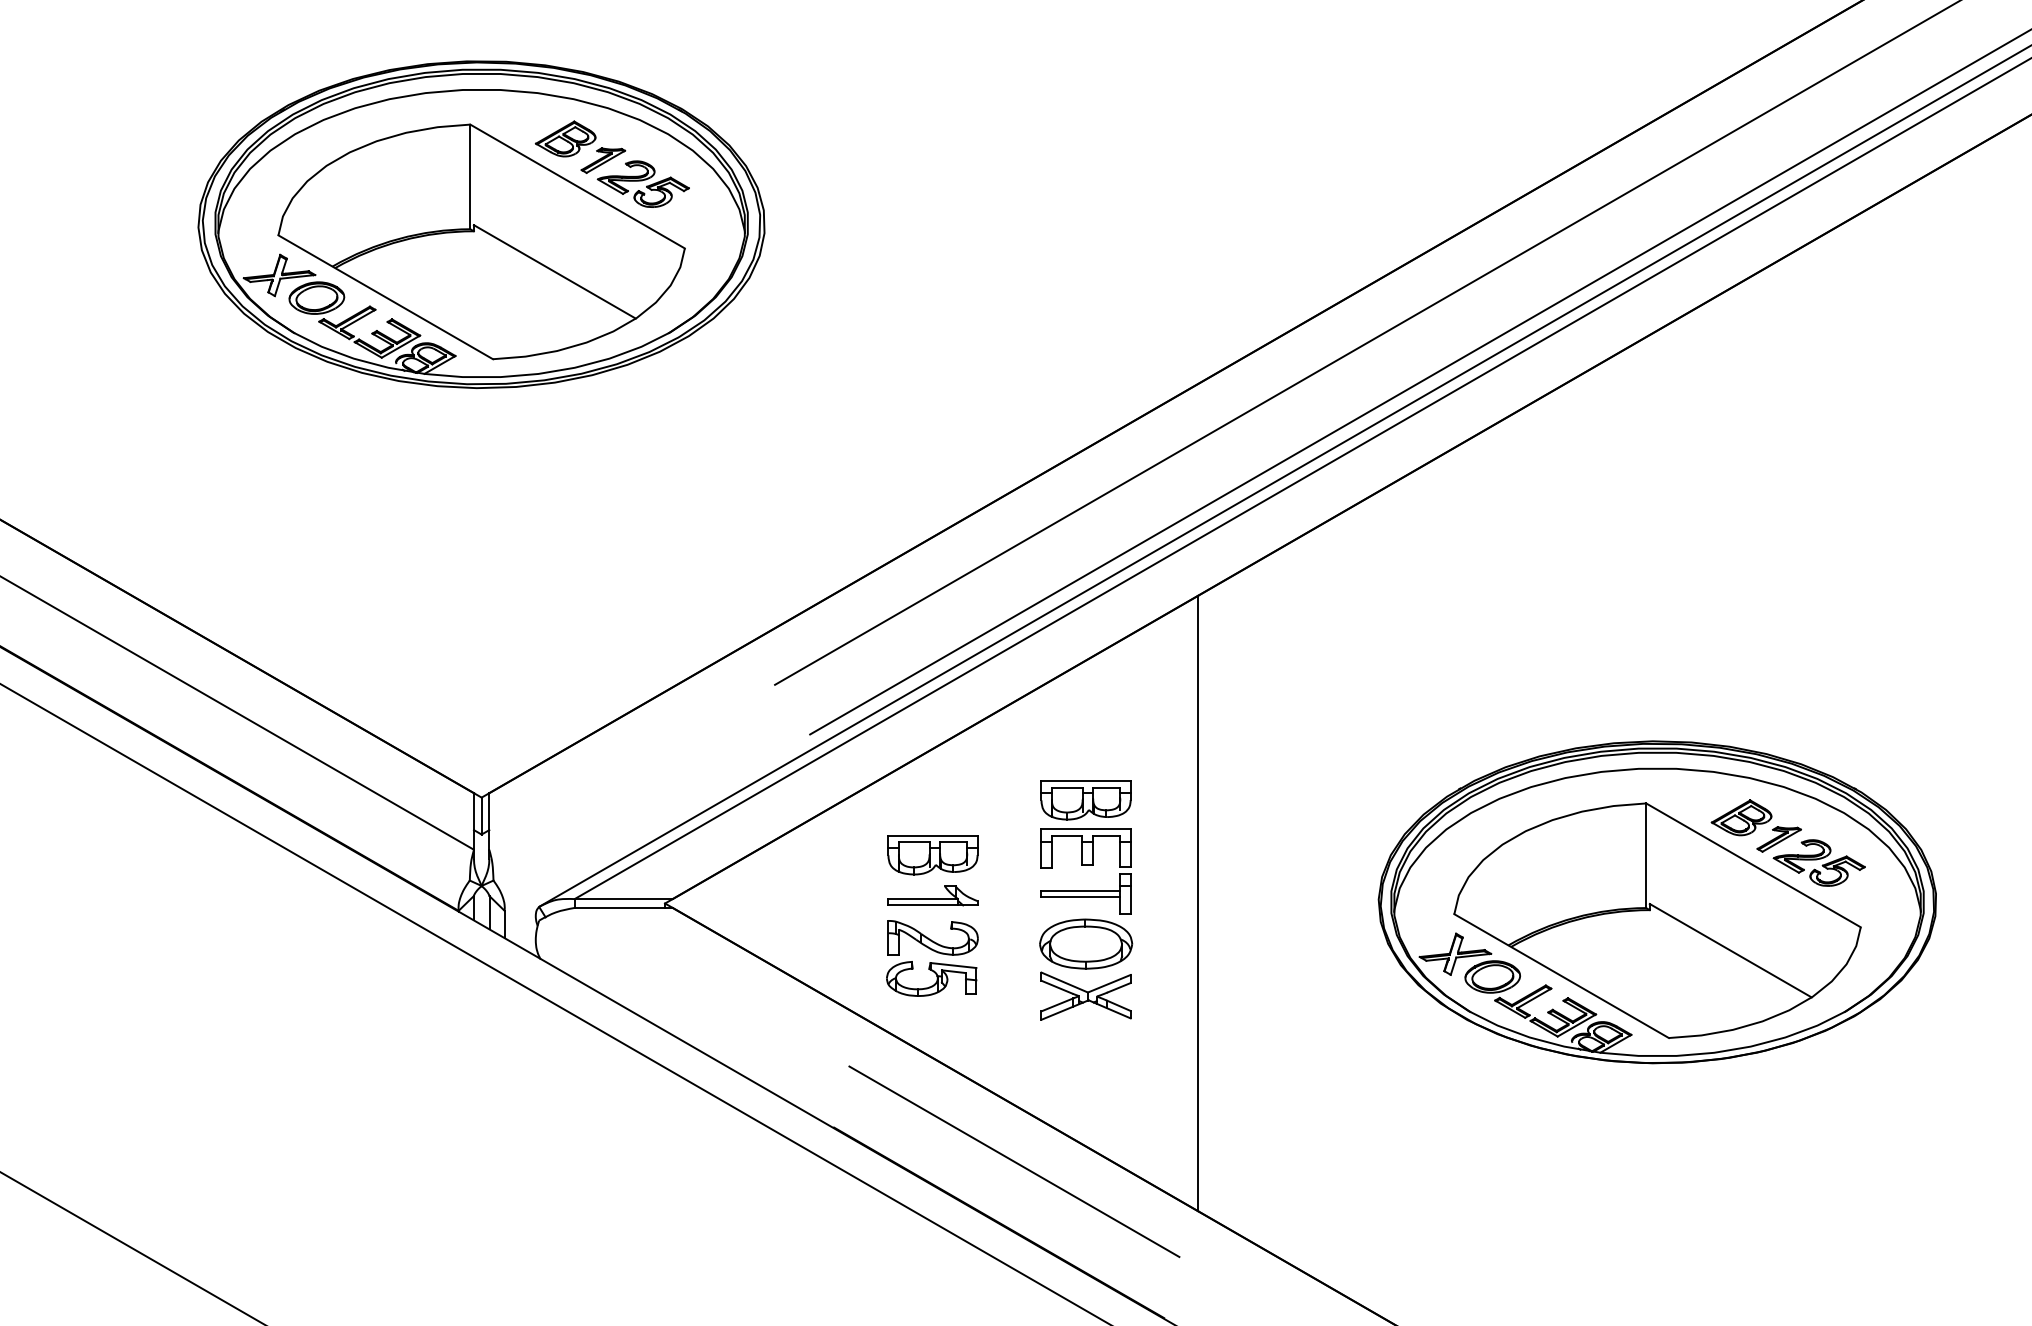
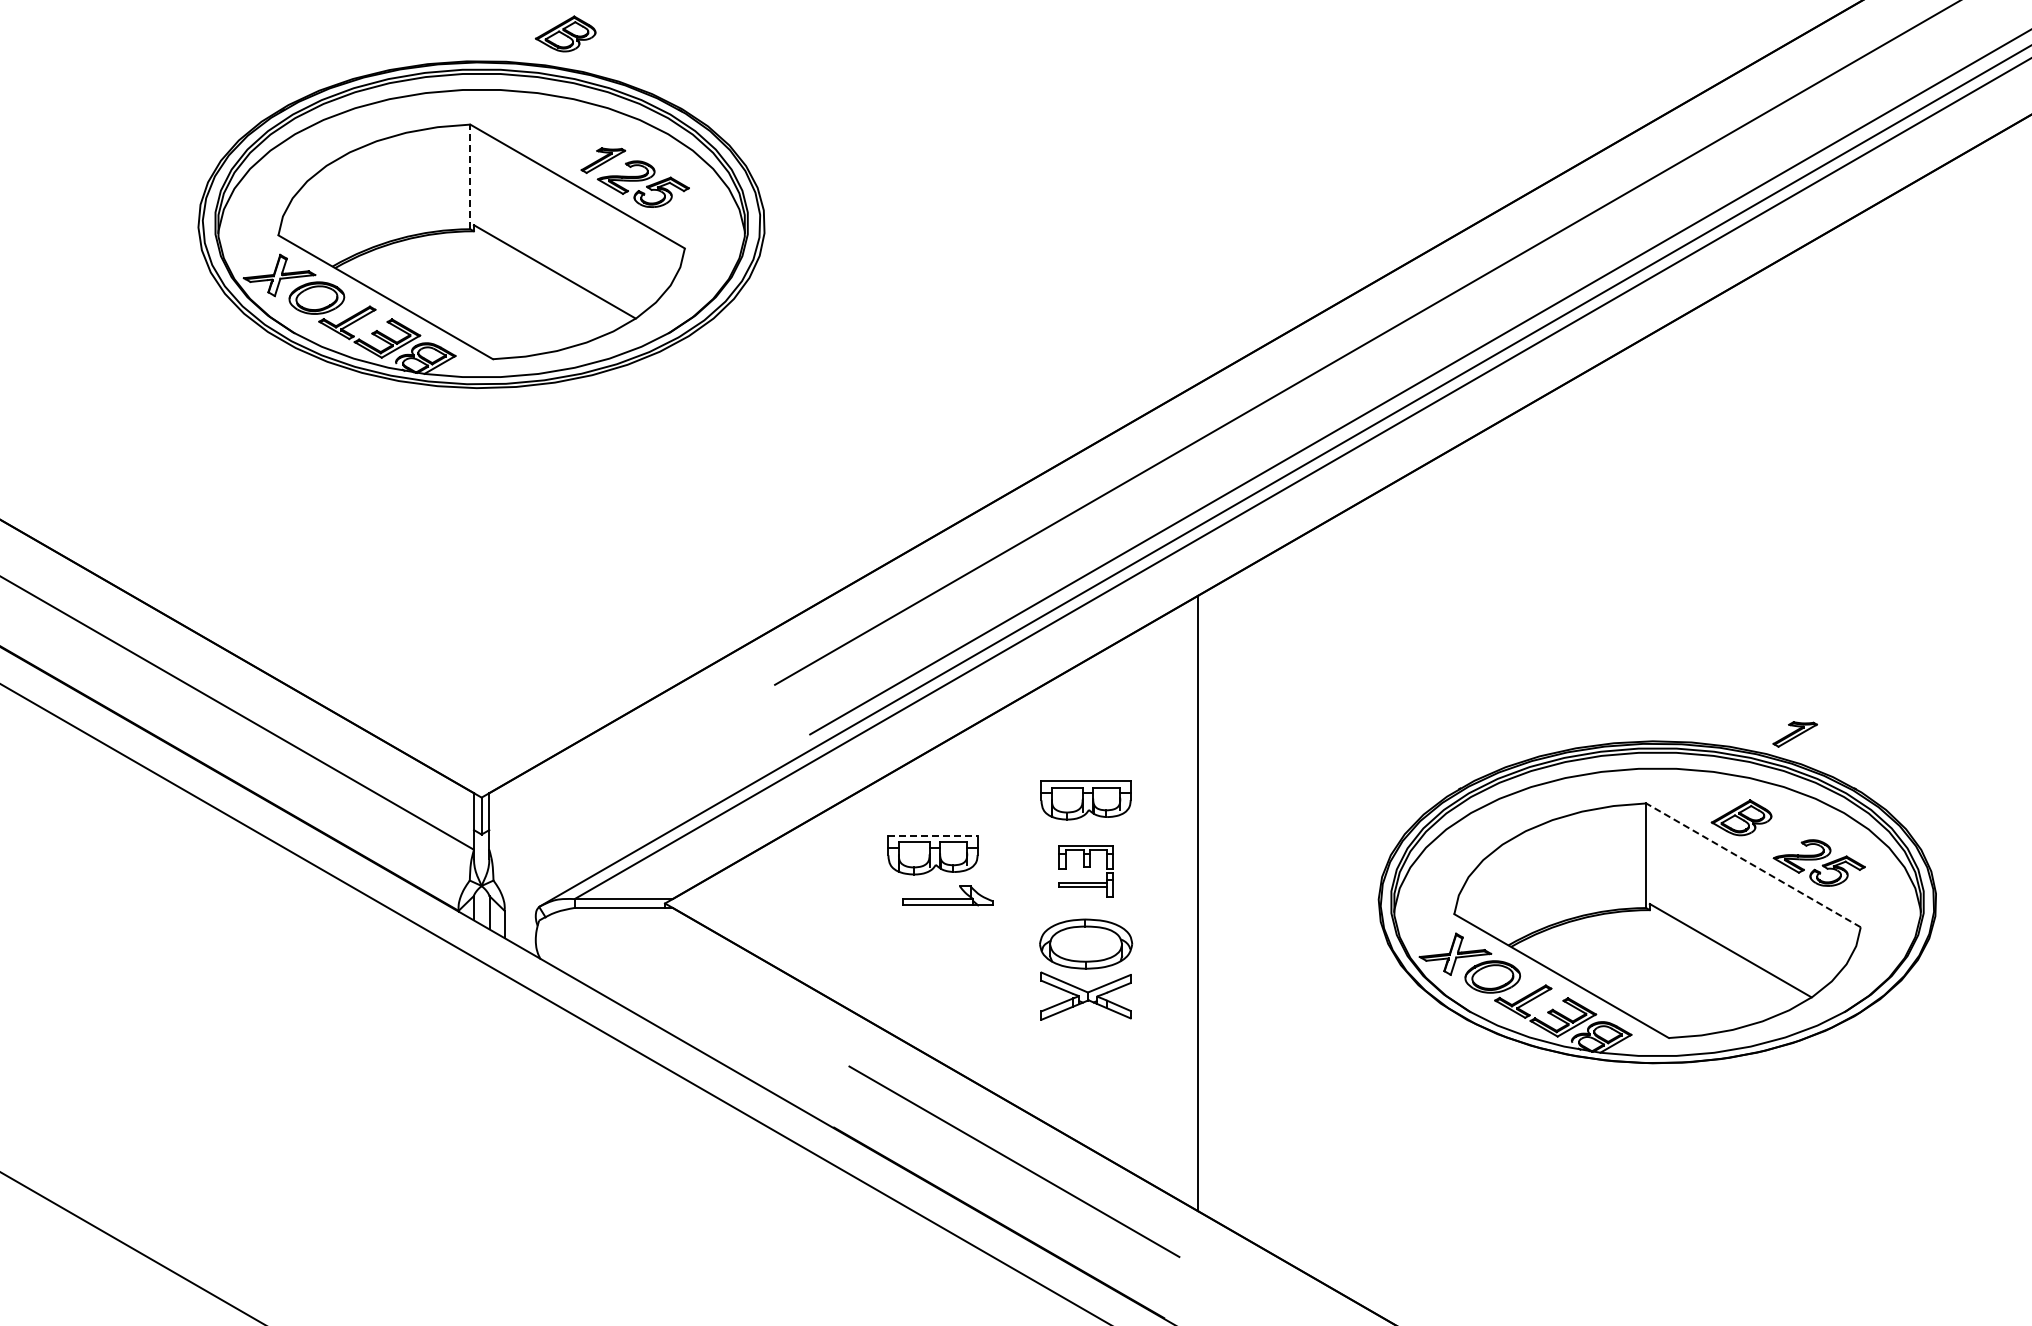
part at (565, 138) position: (565, 138) -> (565, 33)
line at (470, 176): solid -> dashed
line at (933, 835): solid -> dashed
part at (1778, 839) position: (1778, 839) -> (1794, 734)
line at (1753, 865): solid -> dashed
part at (1085, 871) size: 92x87 px -> 56x53 px
part at (932, 895) position: (932, 895) -> (947, 895)
part at (932, 958): present -> none
